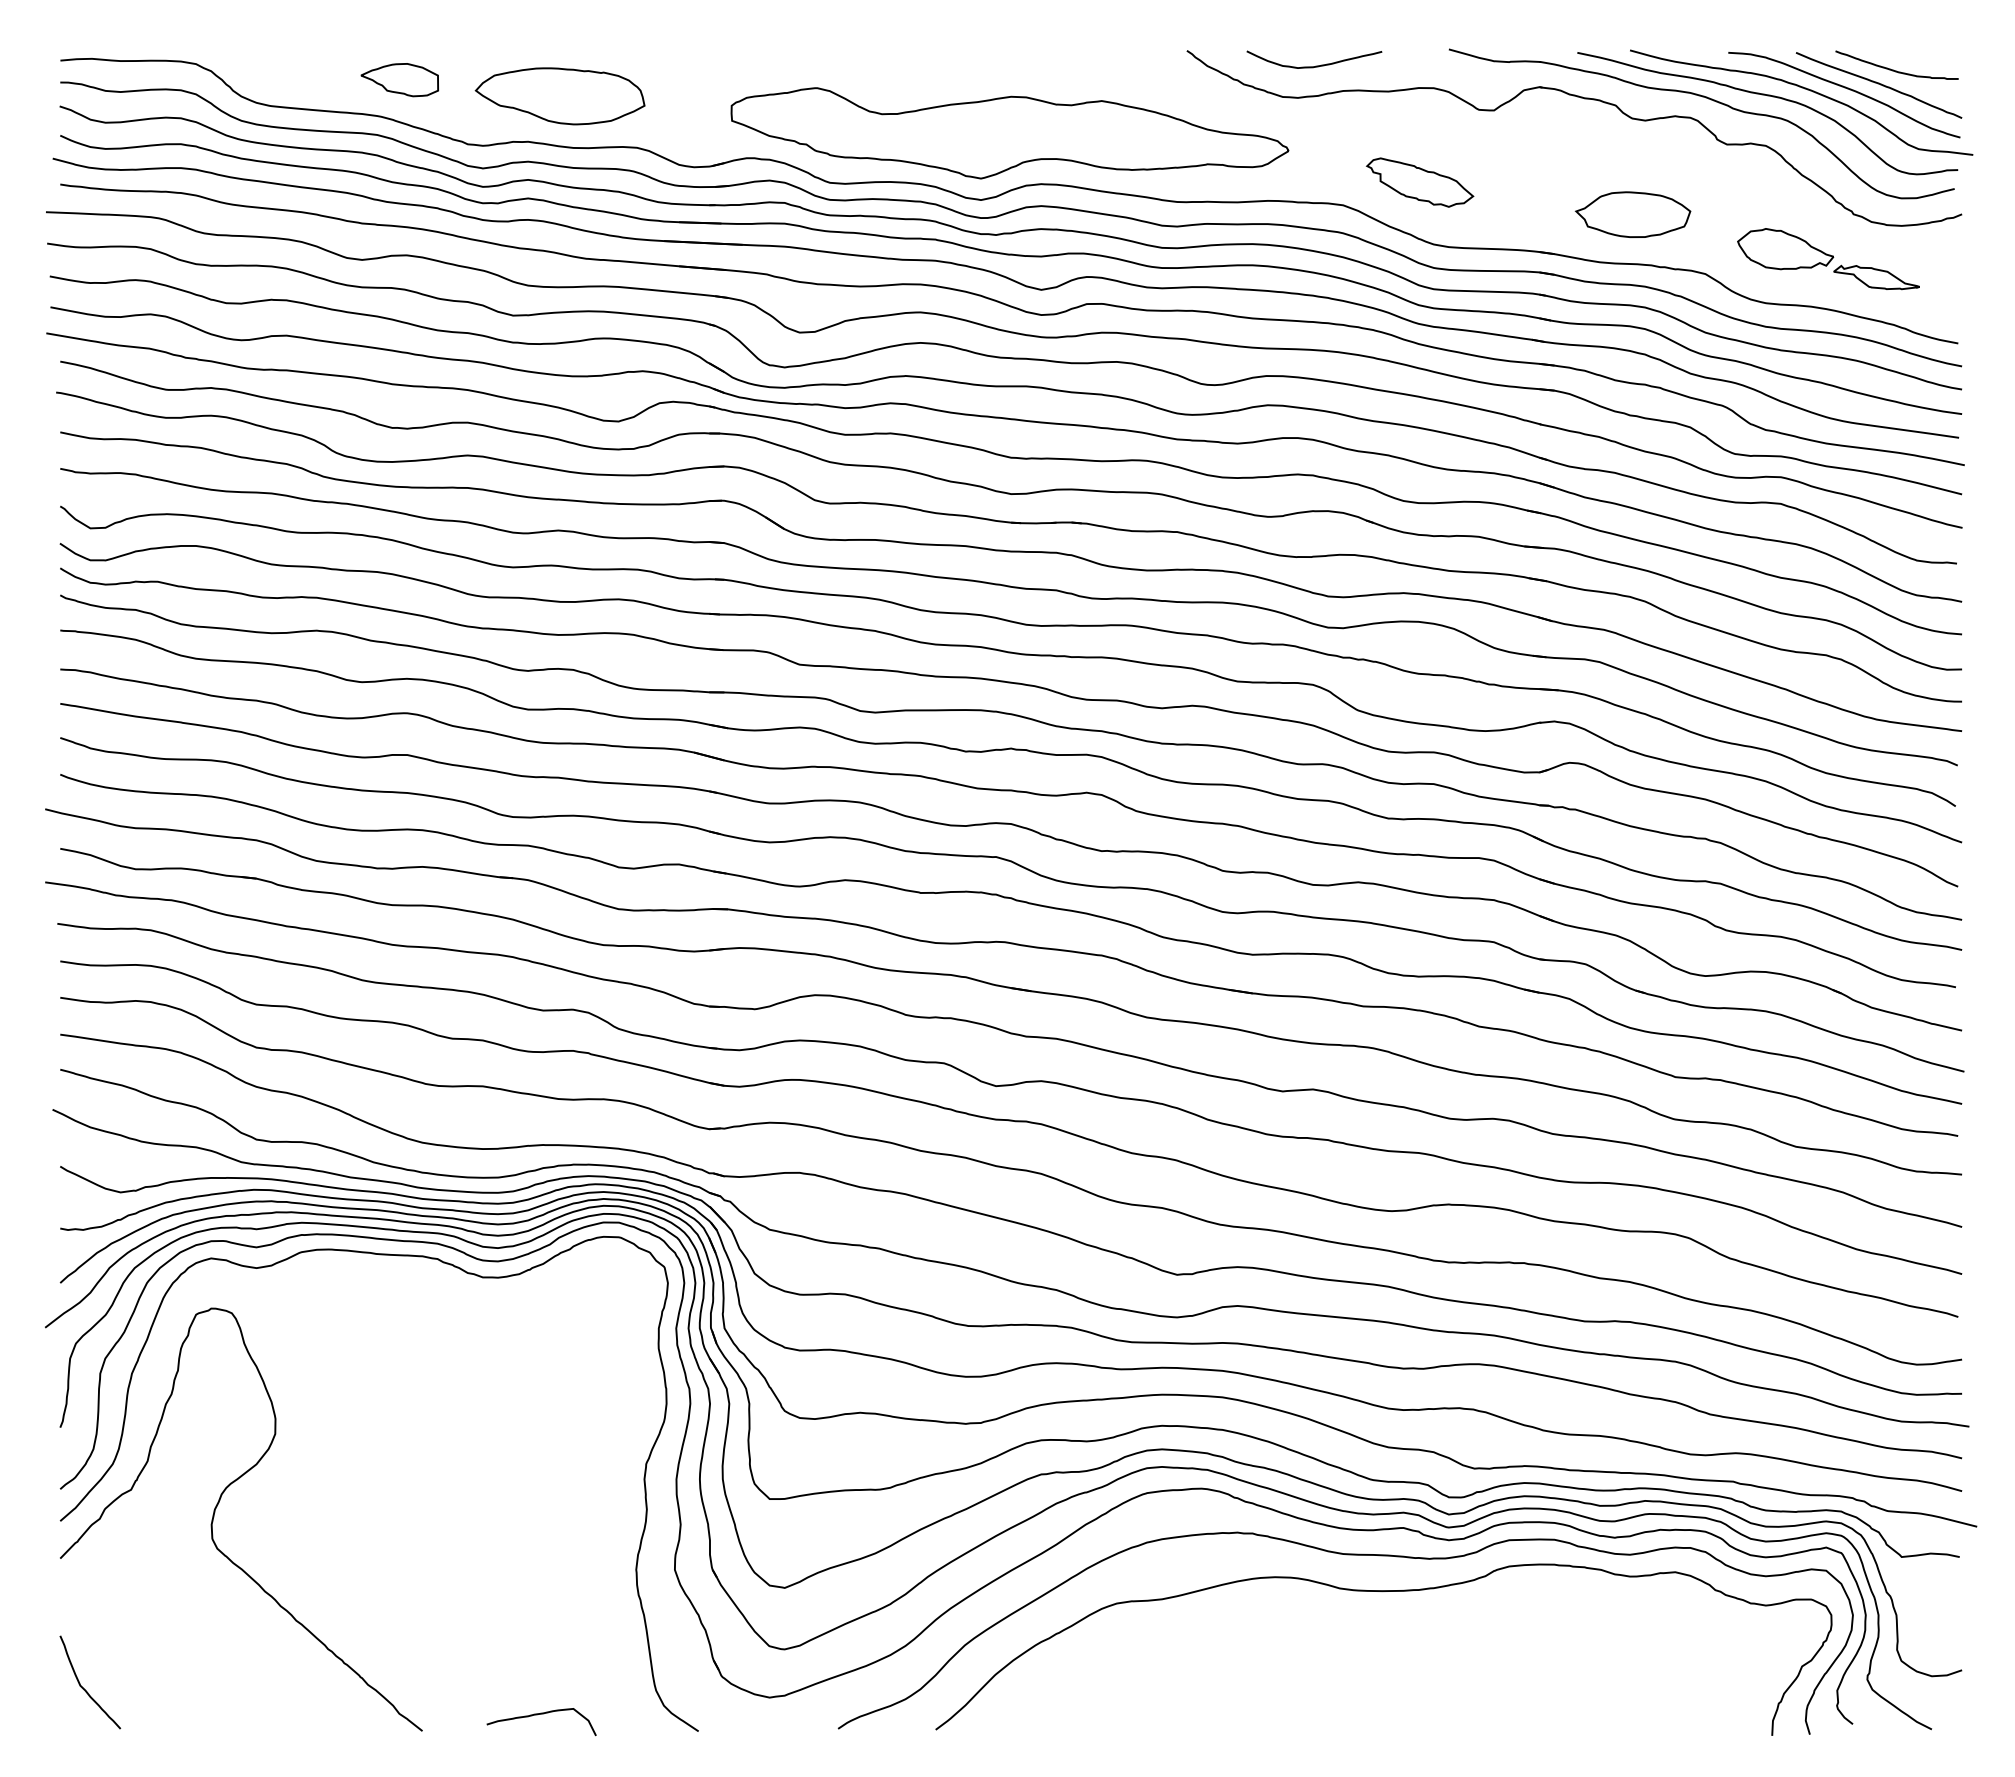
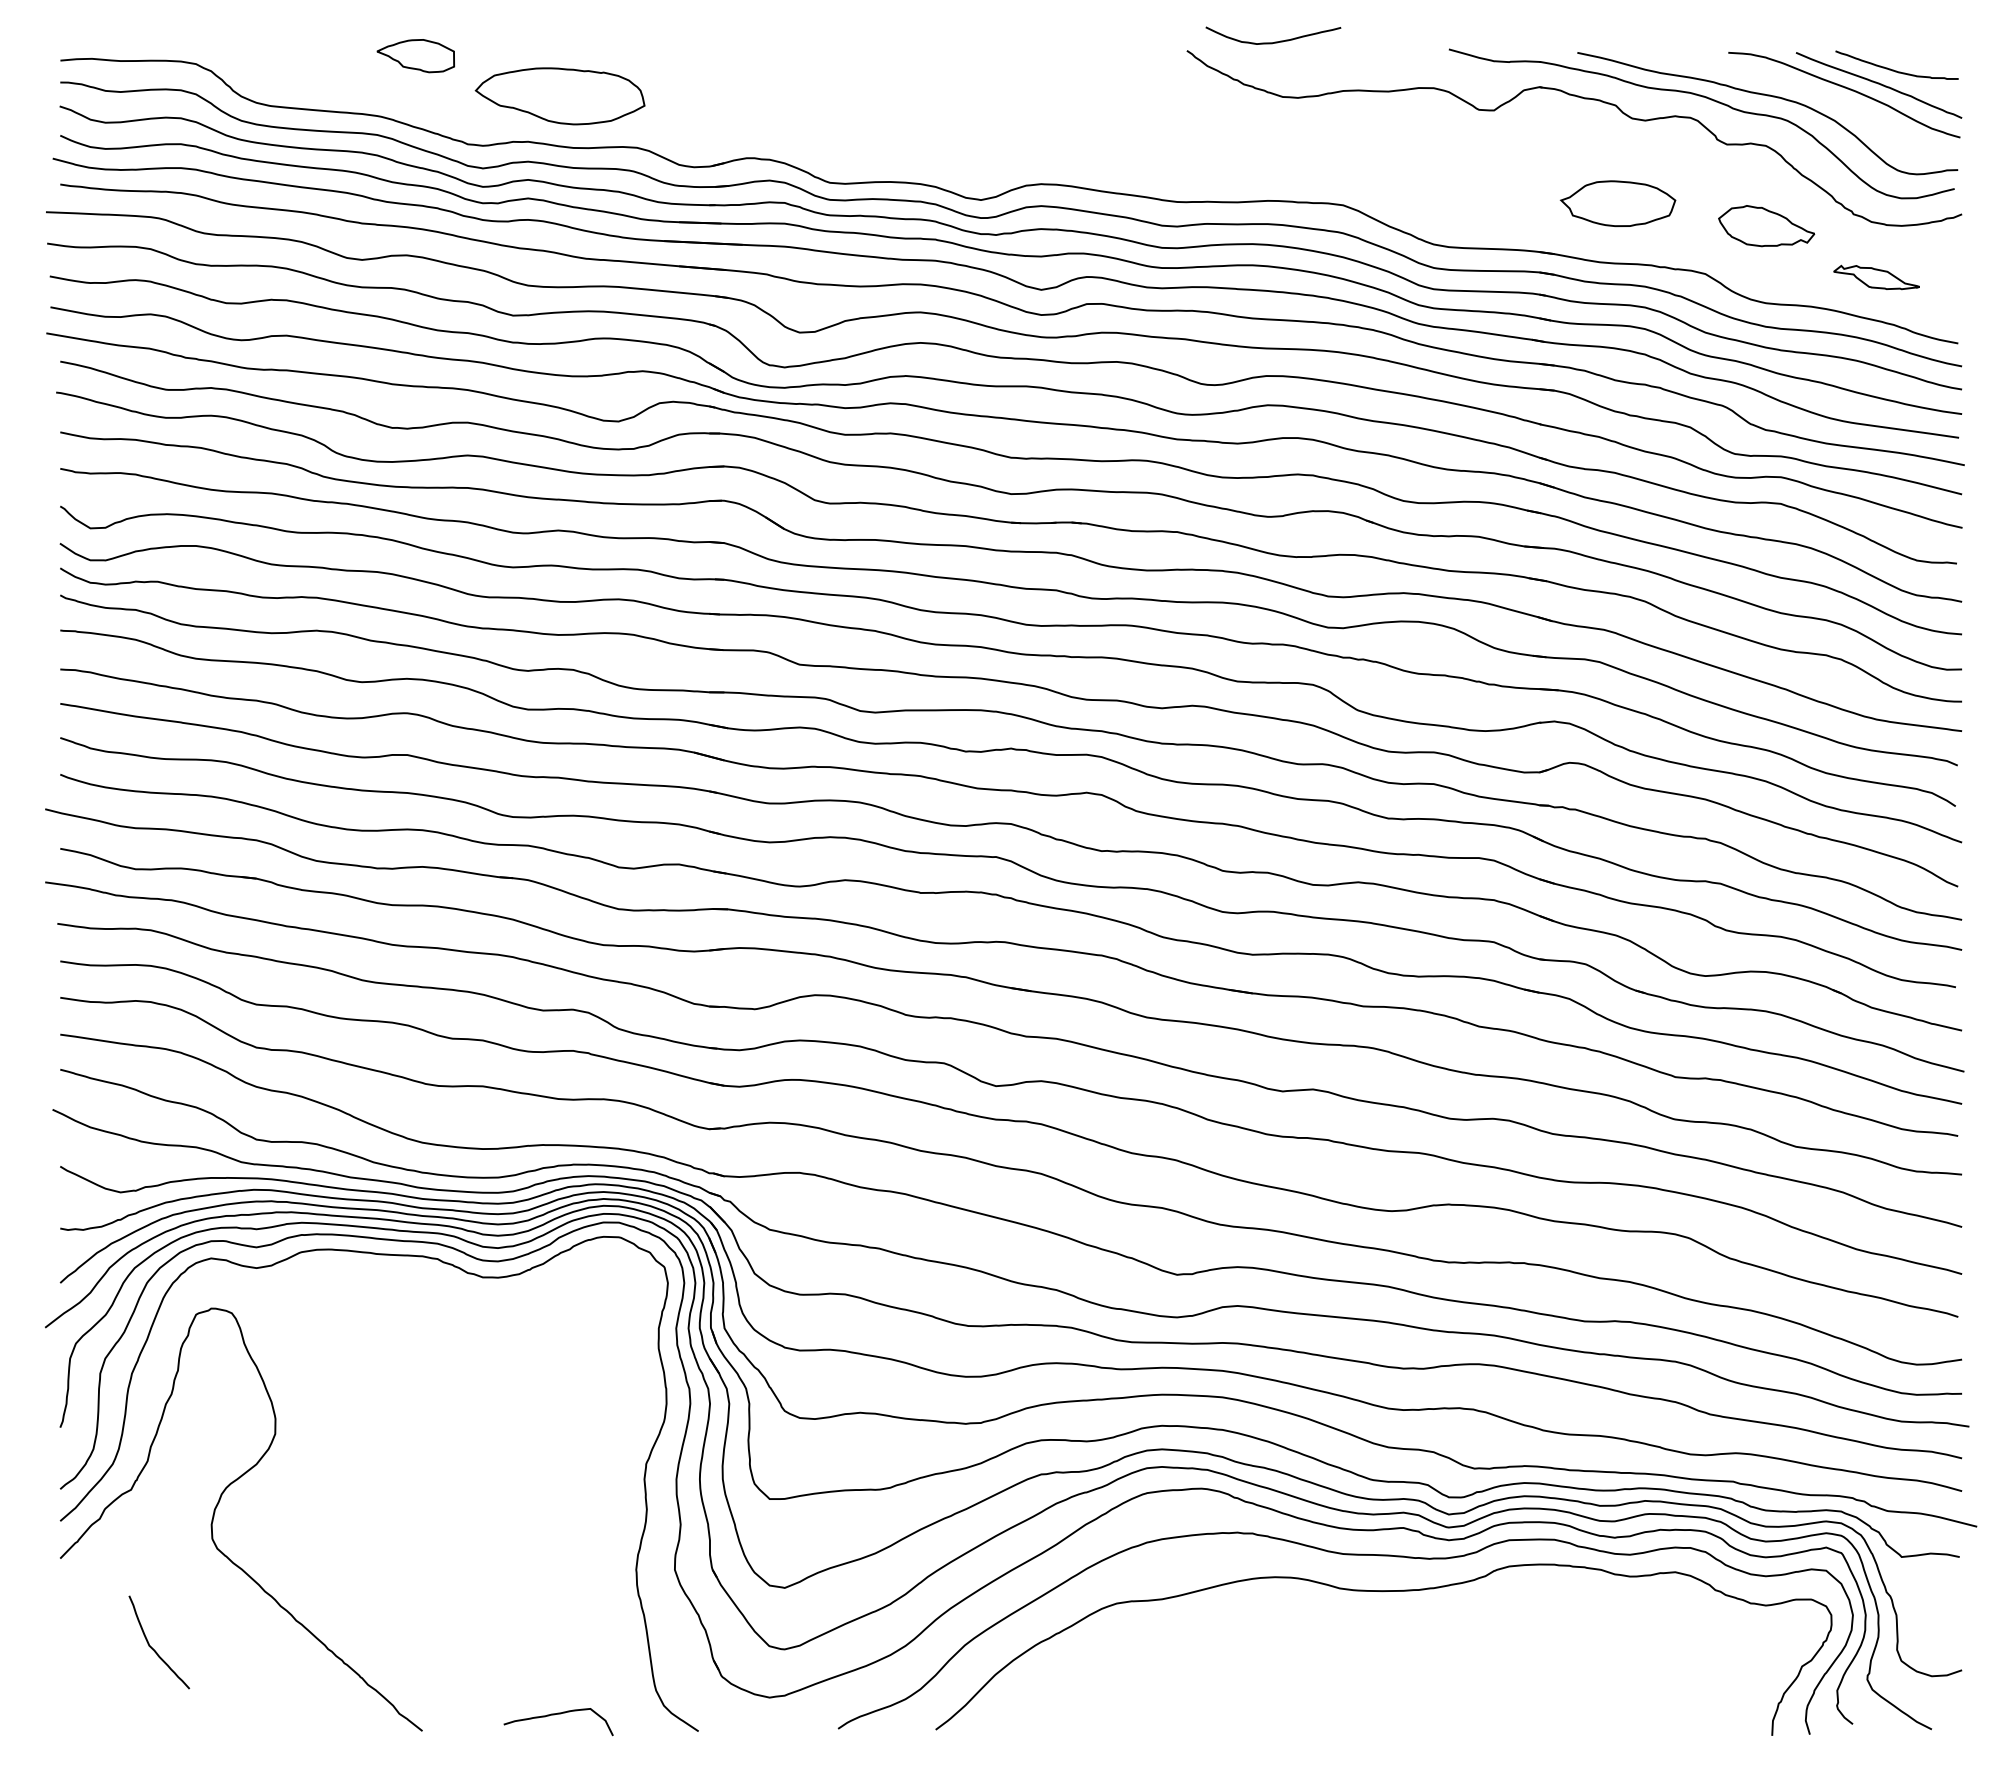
curve at (1315, 65) position: (1315, 65) -> (1274, 41)
part at (399, 80) position: (399, 80) -> (415, 56)
curve at (1804, 89): present -> none
part at (1009, 133): present -> none
part at (1420, 182): present -> none
part at (1632, 214) position: (1632, 214) -> (1617, 203)
part at (1785, 249) position: (1785, 249) -> (1766, 226)
curve at (84, 1688) position: (84, 1688) -> (153, 1648)
curve at (541, 1714) position: (541, 1714) -> (558, 1714)
